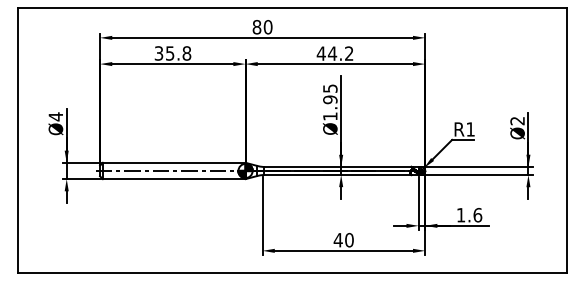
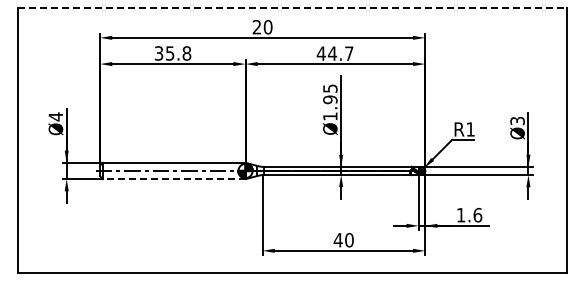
line at (292, 8): solid -> dashed
text at (256, 27): 80 -> 20
text at (349, 53): 44.2 -> 44.7
text at (517, 120): Ø2 -> Ø3
line at (173, 179): solid -> dashed
